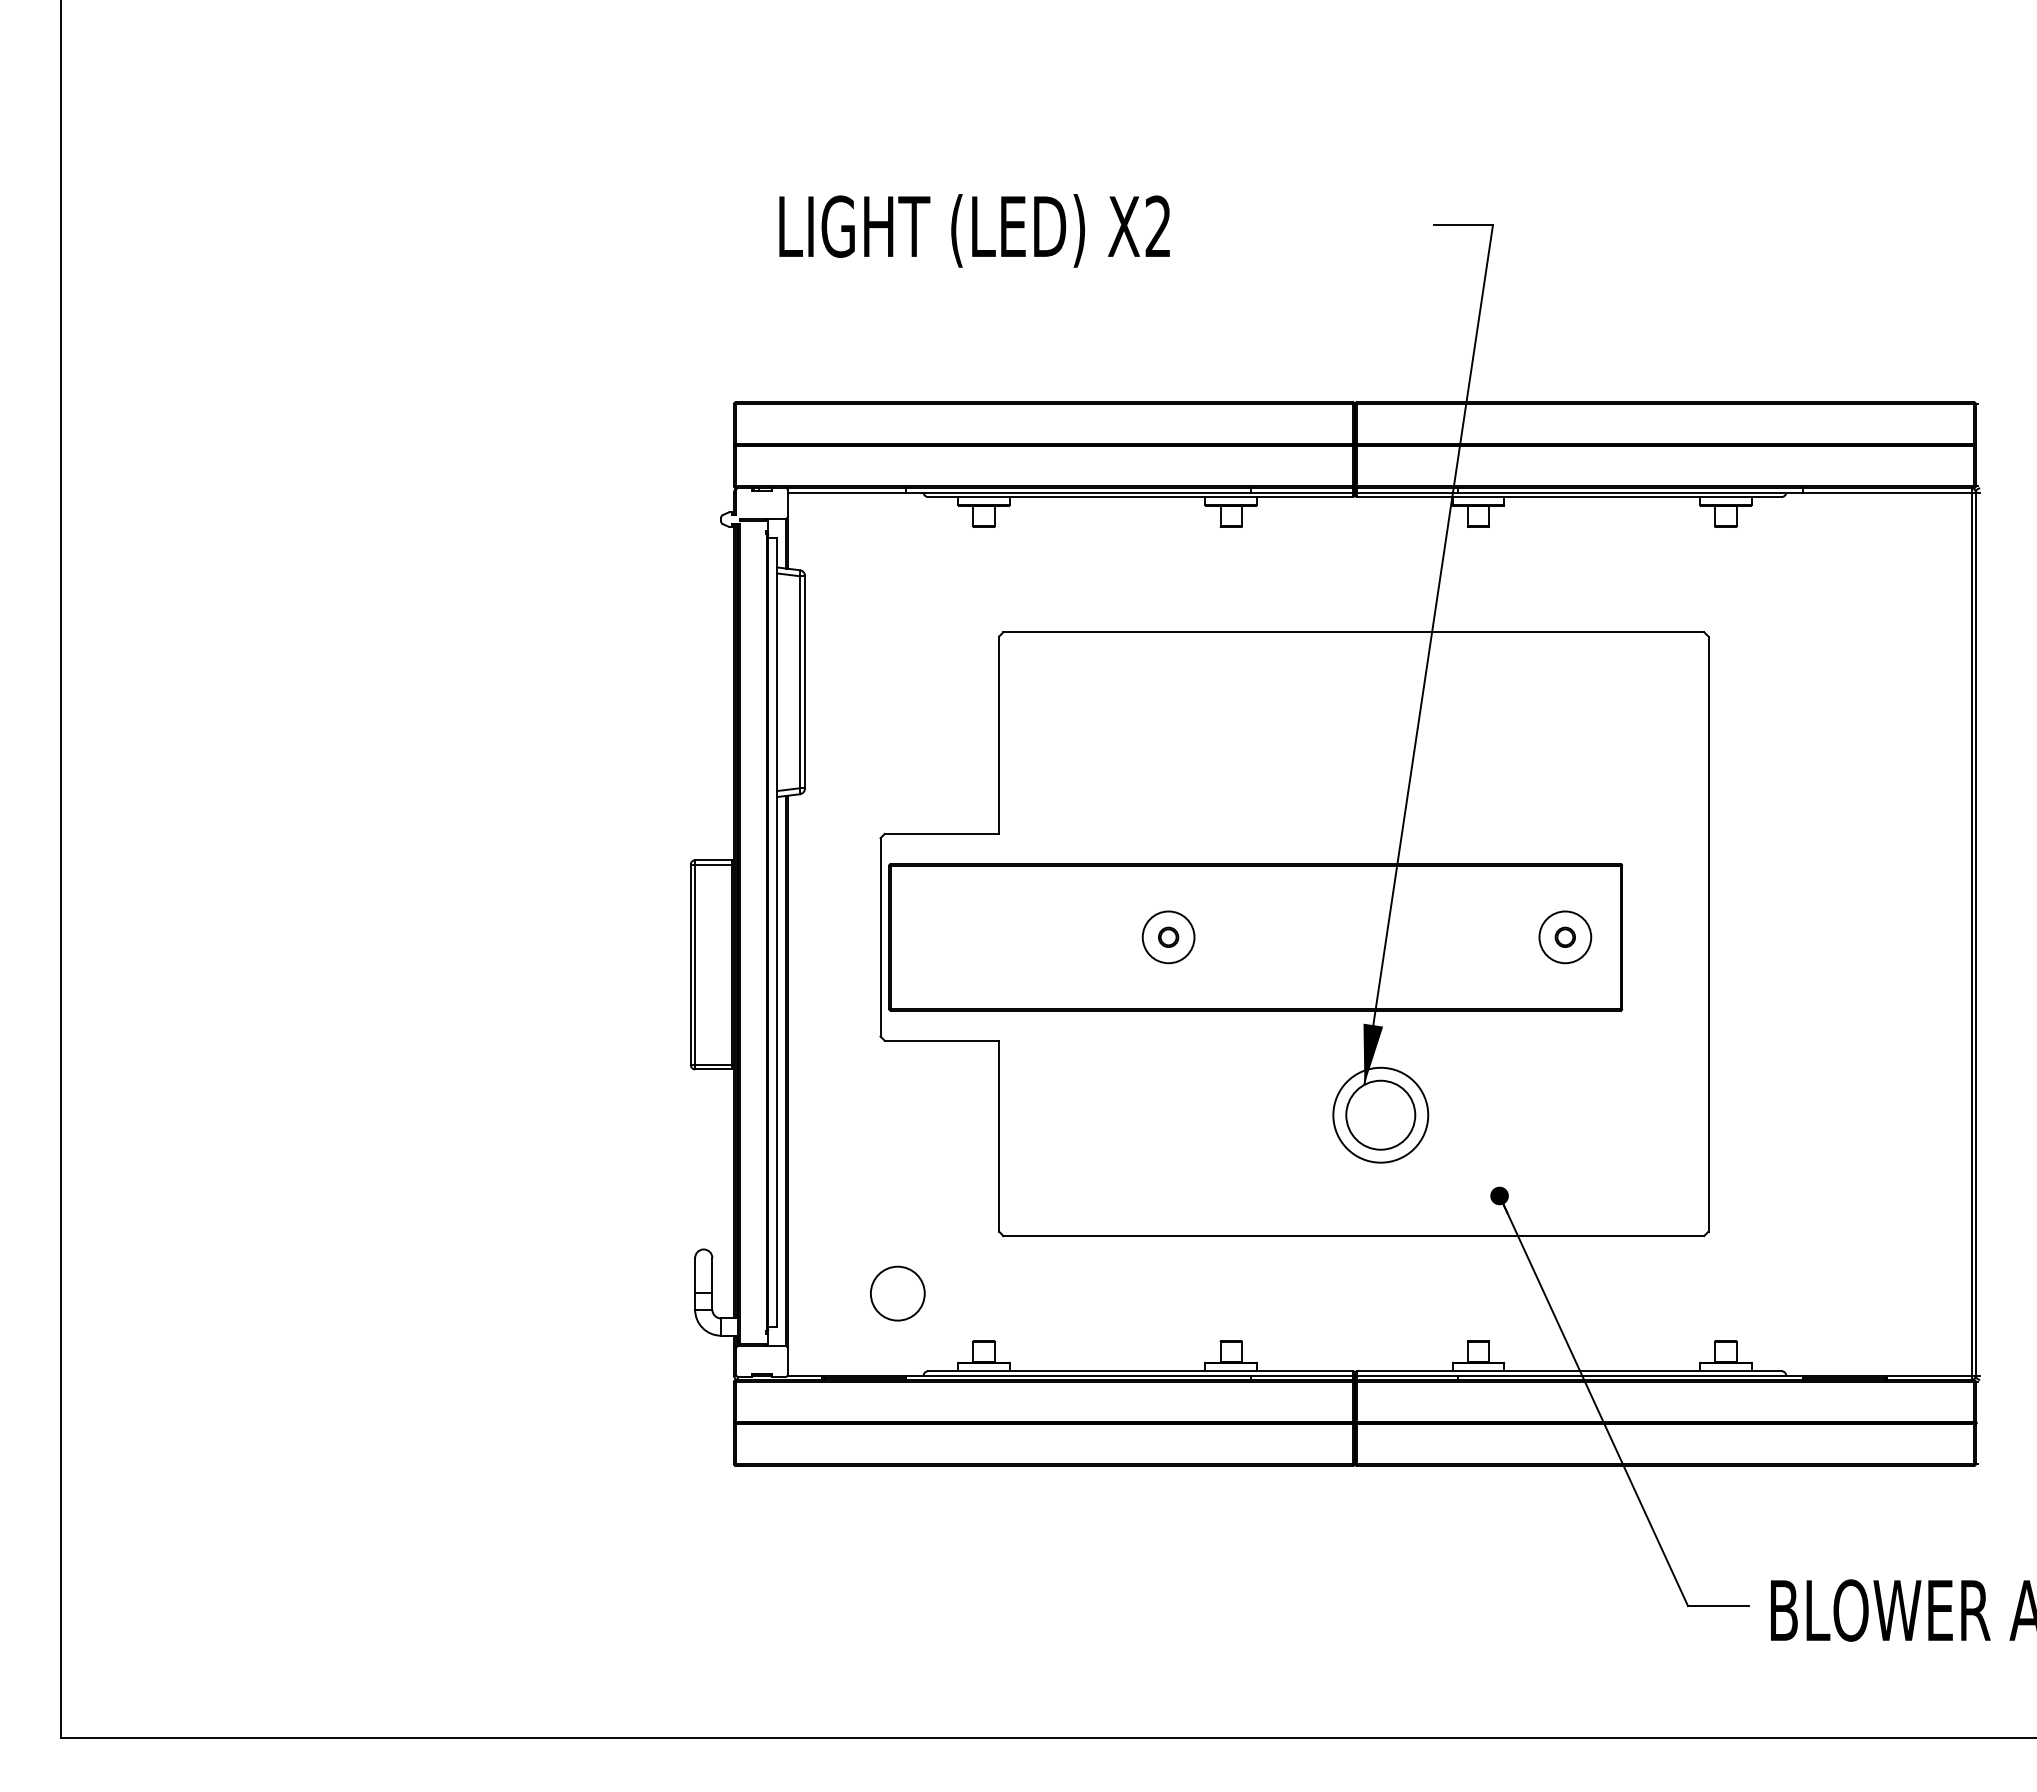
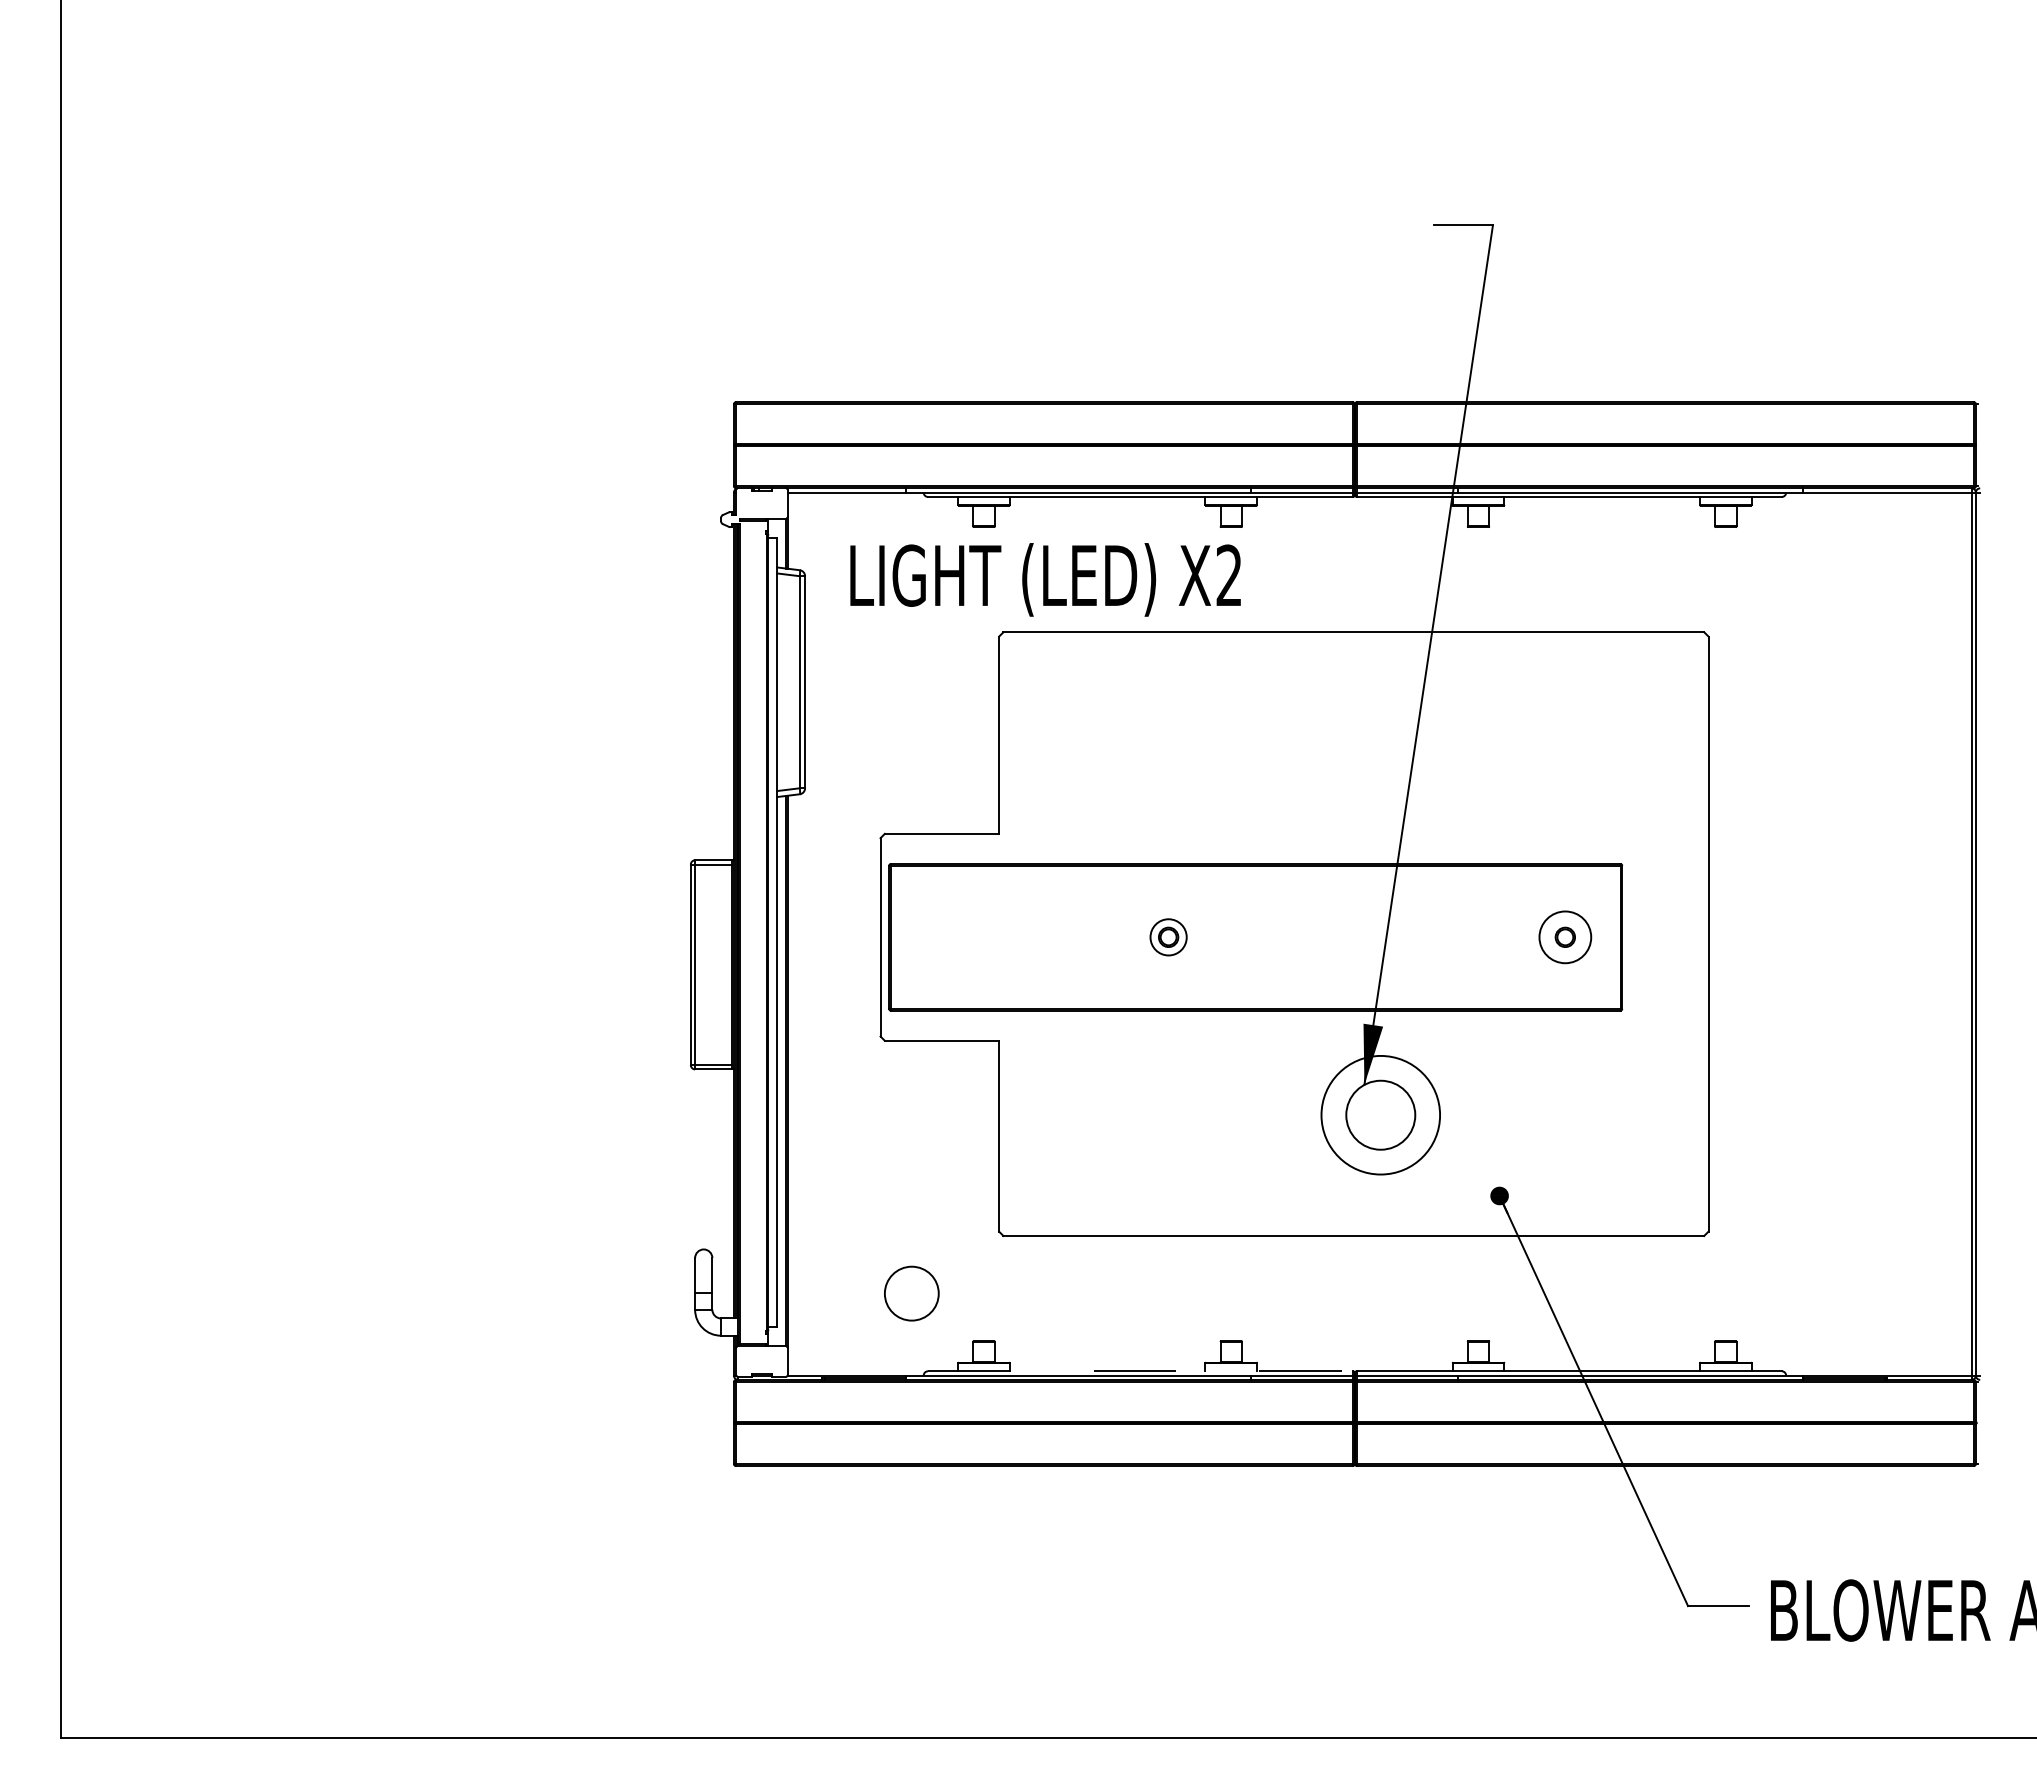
text at (974, 230) position: (974, 230) -> (1045, 579)
circle at (1168, 937) diameter: 52 px -> 36 px
circle at (1380, 1114) diameter: 95 px -> 119 px
circle at (897, 1293) position: (897, 1293) -> (911, 1293)
line at (1140, 1371): solid -> dashed
